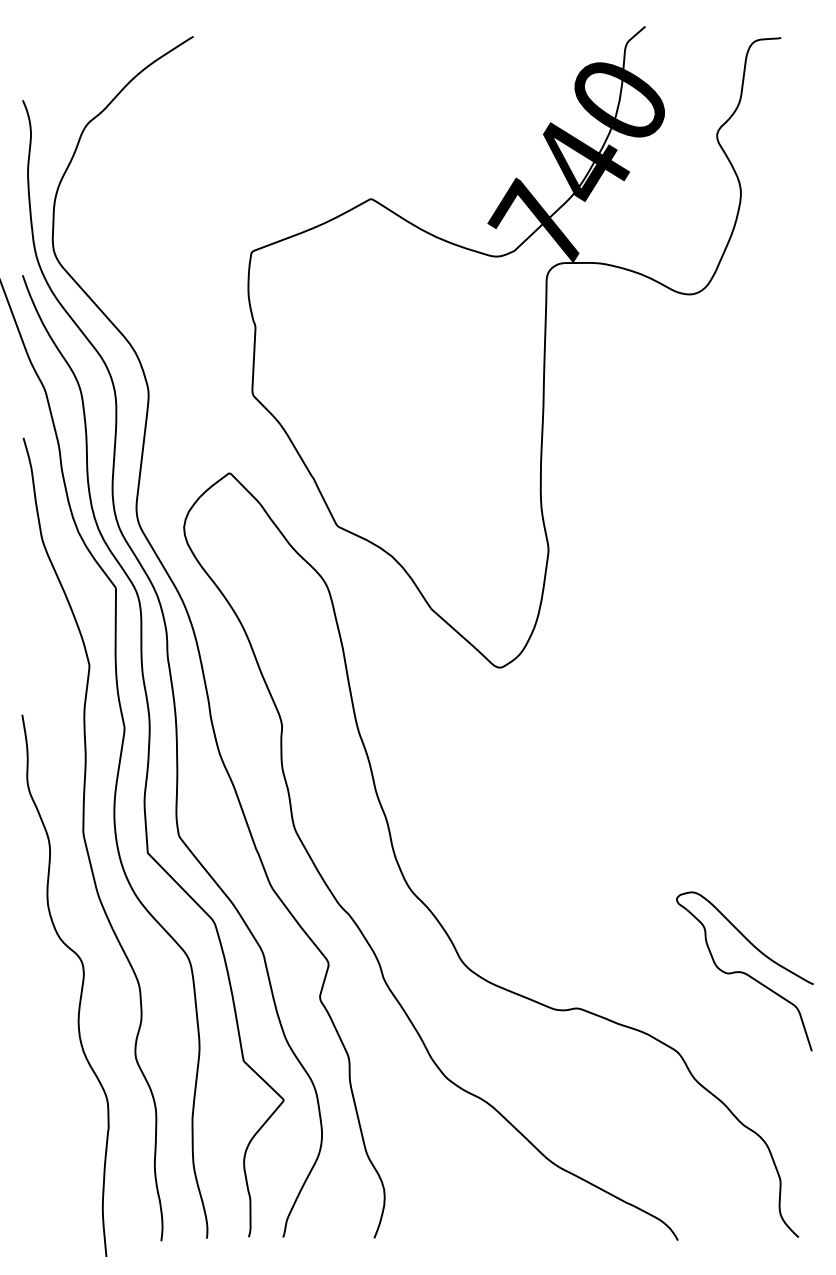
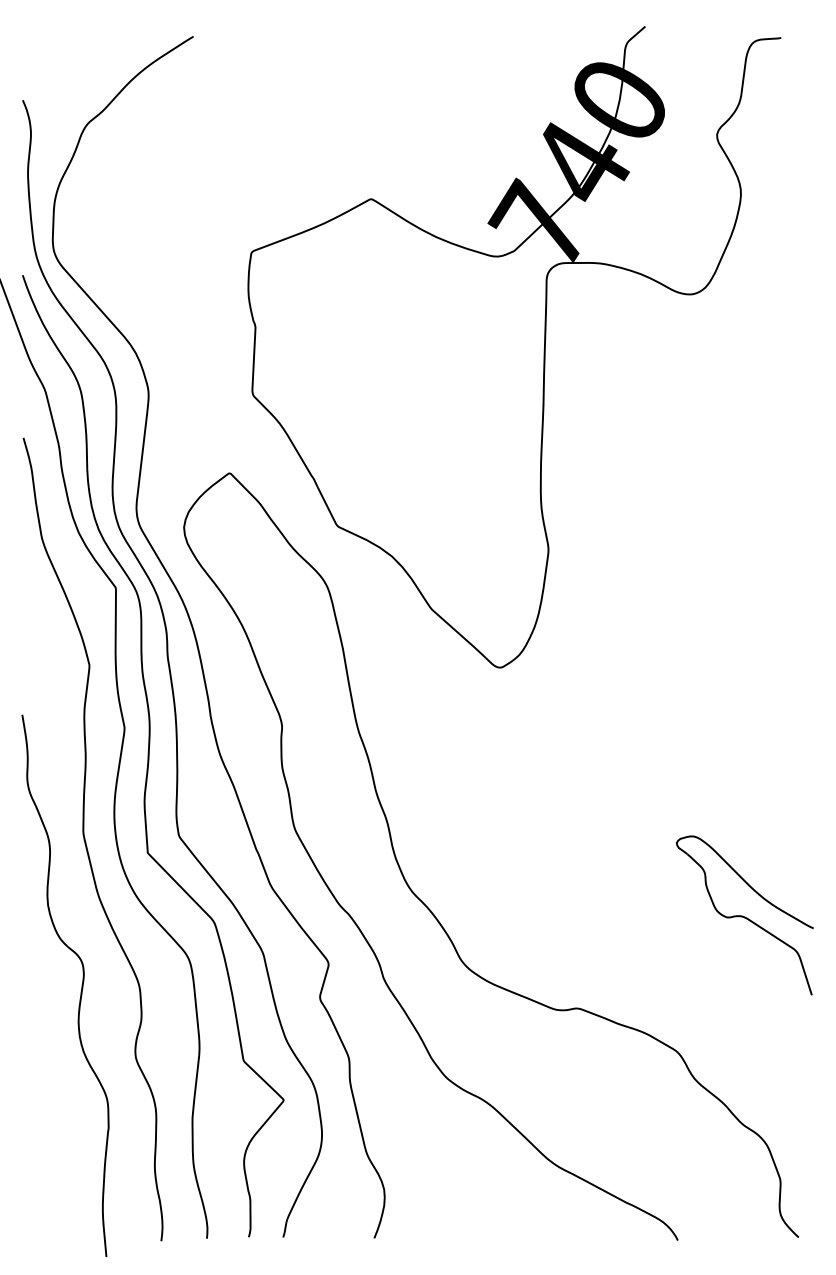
part at (744, 971) position: (744, 971) -> (744, 915)
